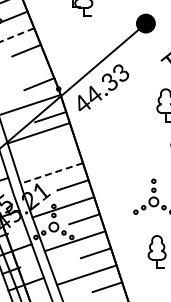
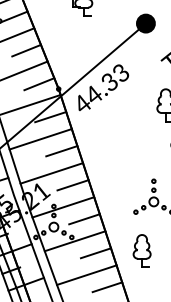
line at (16, 35): dashed -> solid
line at (24, 70): none -> present
line at (38, 133) position: (38, 133) -> (40, 139)
line at (61, 151): none -> present
line at (51, 173): dashed -> solid
part at (156, 251) position: (156, 251) -> (141, 250)
